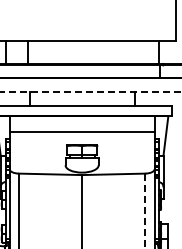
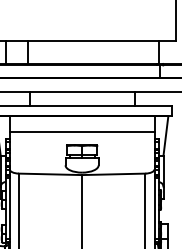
line at (90, 91): dashed -> solid
line at (145, 211): dashed -> solid
